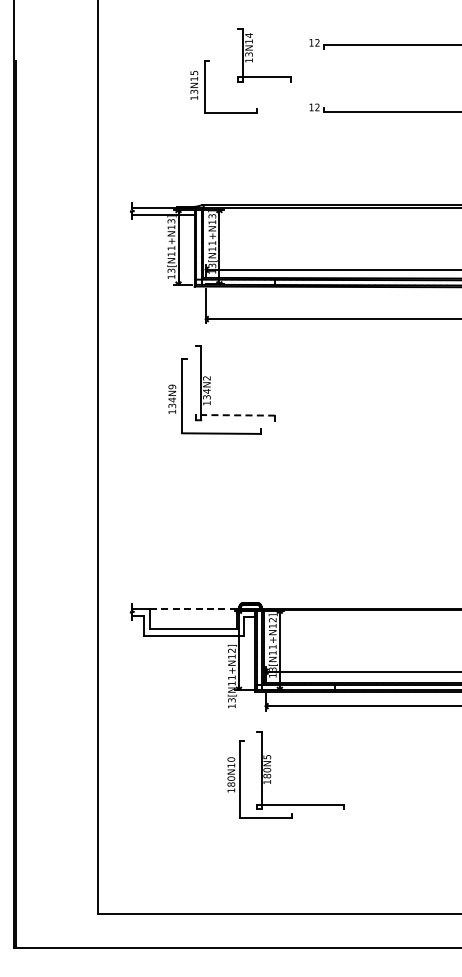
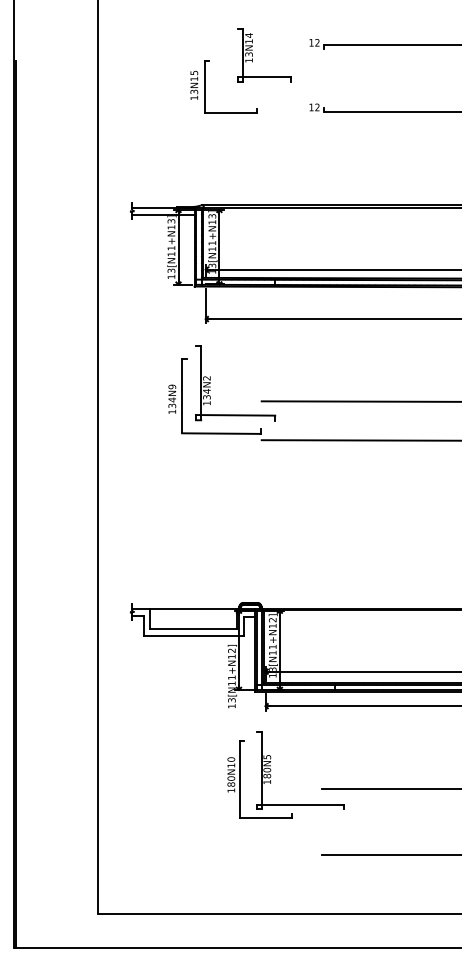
line at (359, 401): none -> present
line at (235, 415): dashed -> solid
line at (359, 440): none -> present
line at (193, 608): dashed -> solid
line at (390, 788): none -> present
line at (390, 854): none -> present
